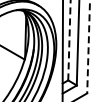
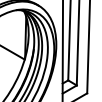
line at (69, 40): dashed -> solid
line at (88, 47): dashed -> solid
